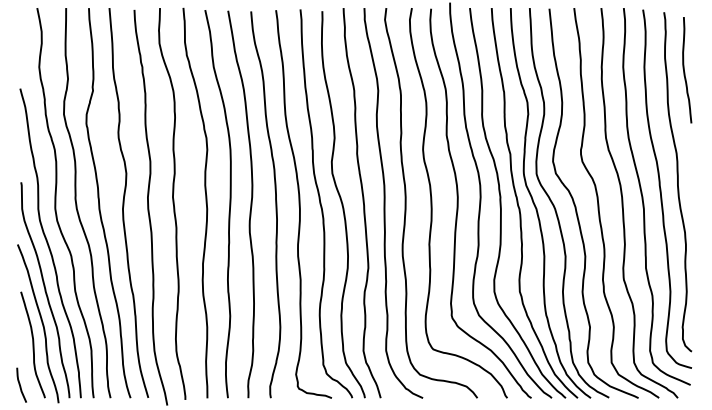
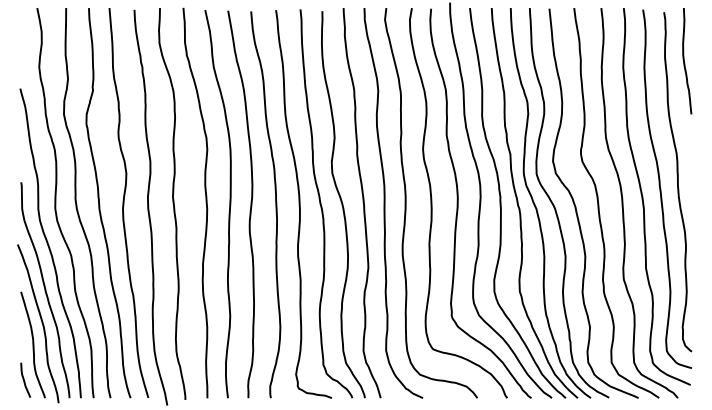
curve at (685, 72) position: (685, 72) -> (685, 63)
curve at (20, 384) position: (20, 384) -> (24, 379)
